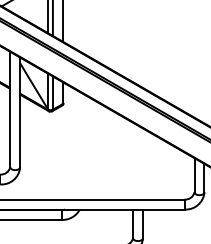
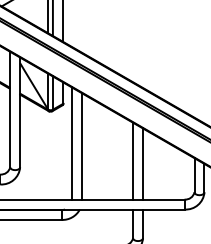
line at (71, 143): none -> present
line at (81, 146): none -> present
line at (133, 160): none -> present
line at (143, 163): none -> present
